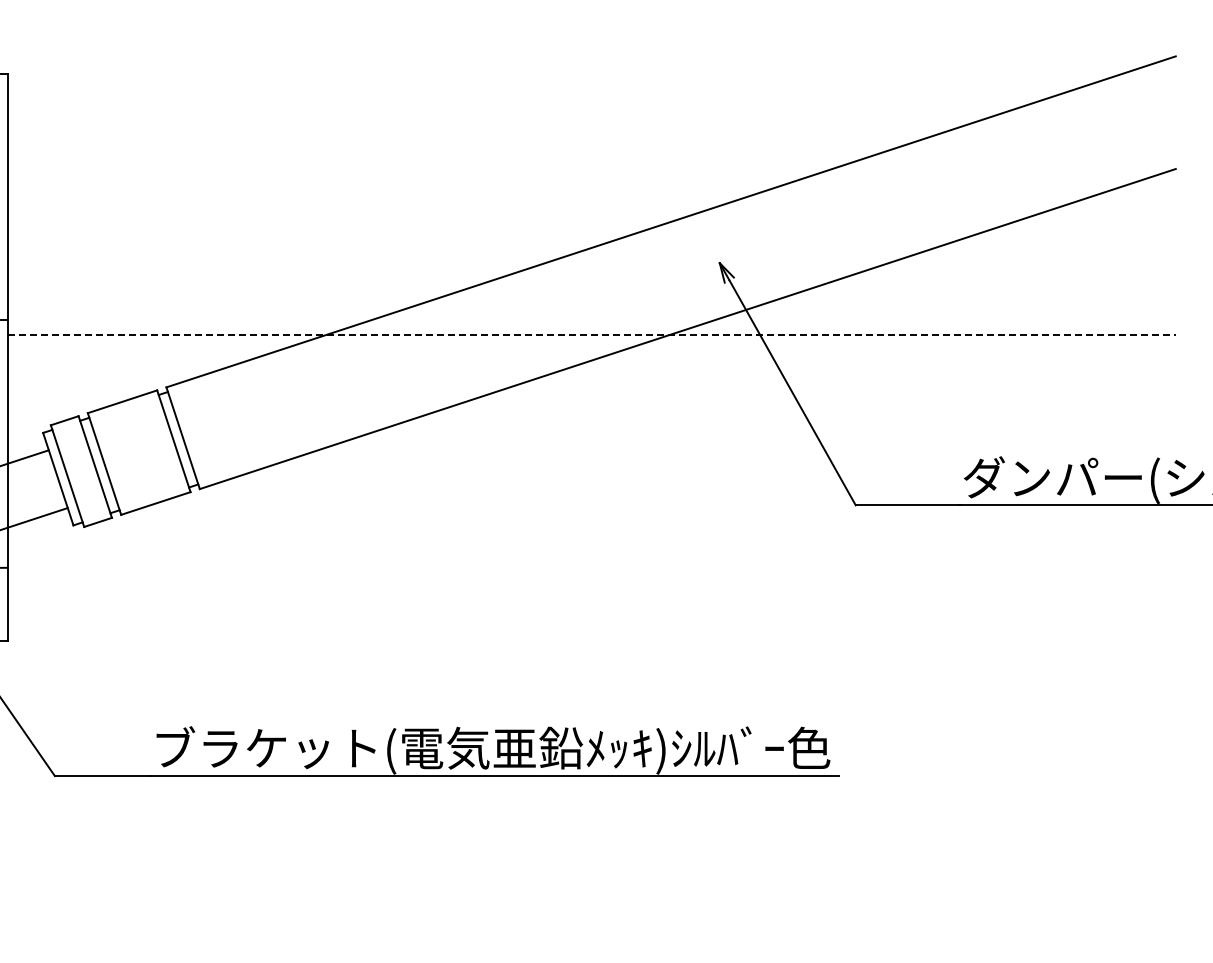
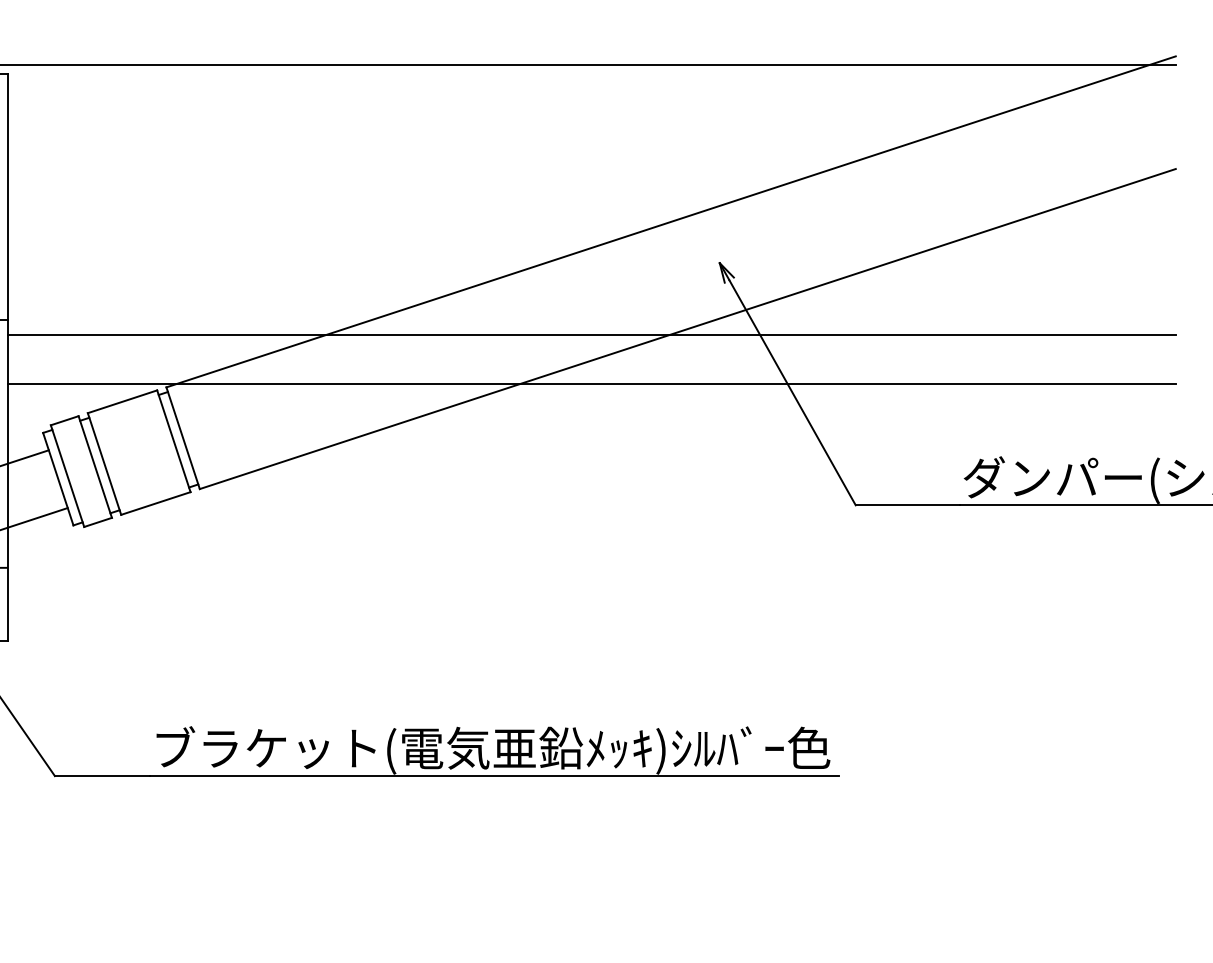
line at (588, 65): none -> present
line at (591, 335): dashed -> solid
line at (591, 383): none -> present
